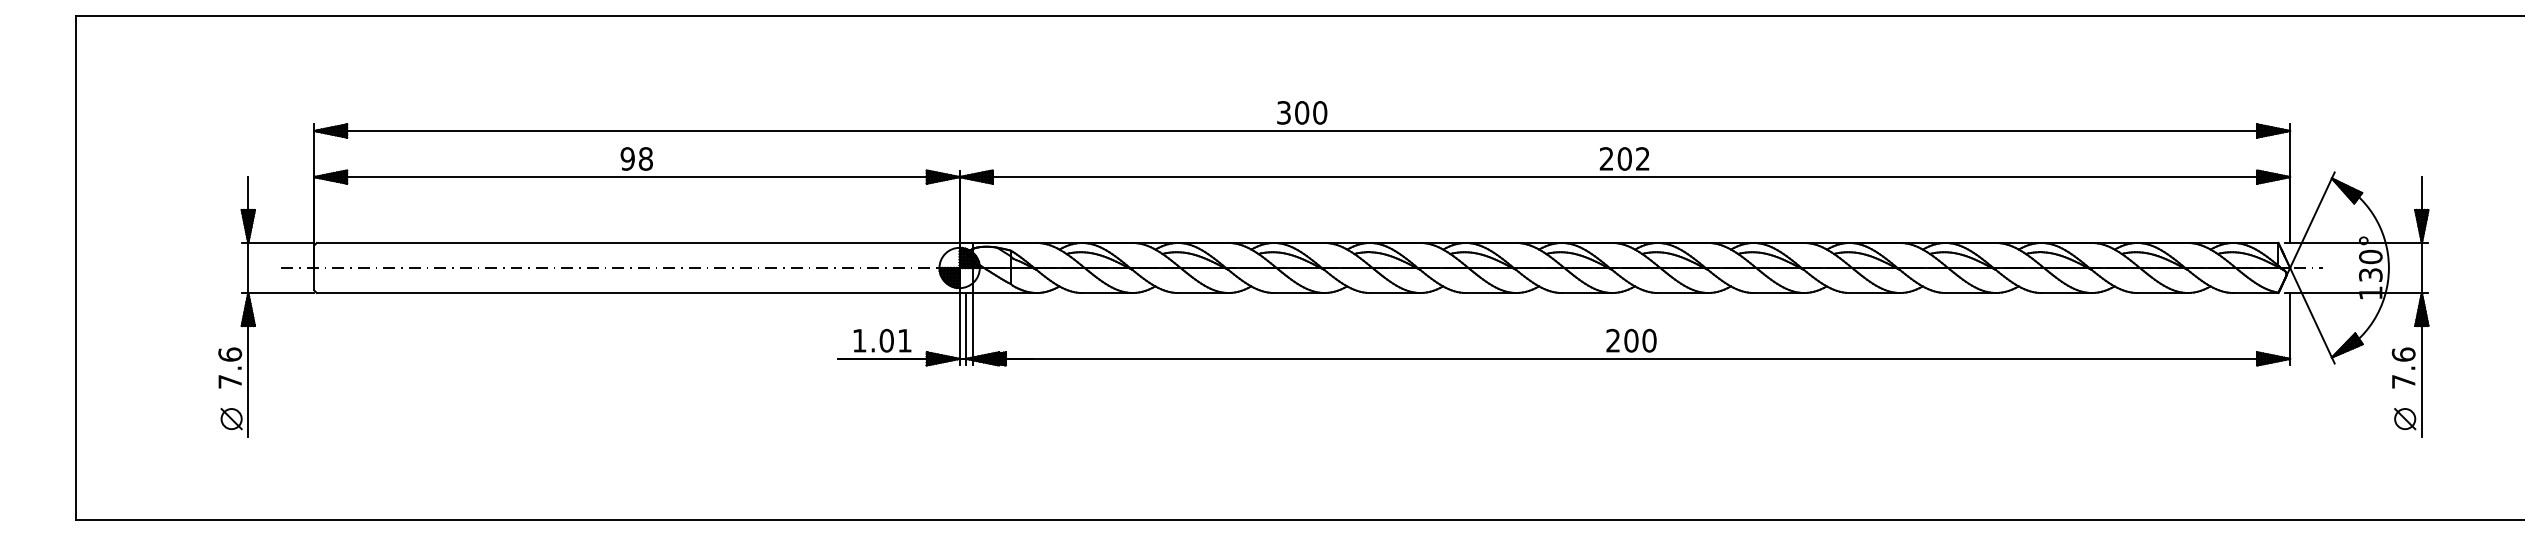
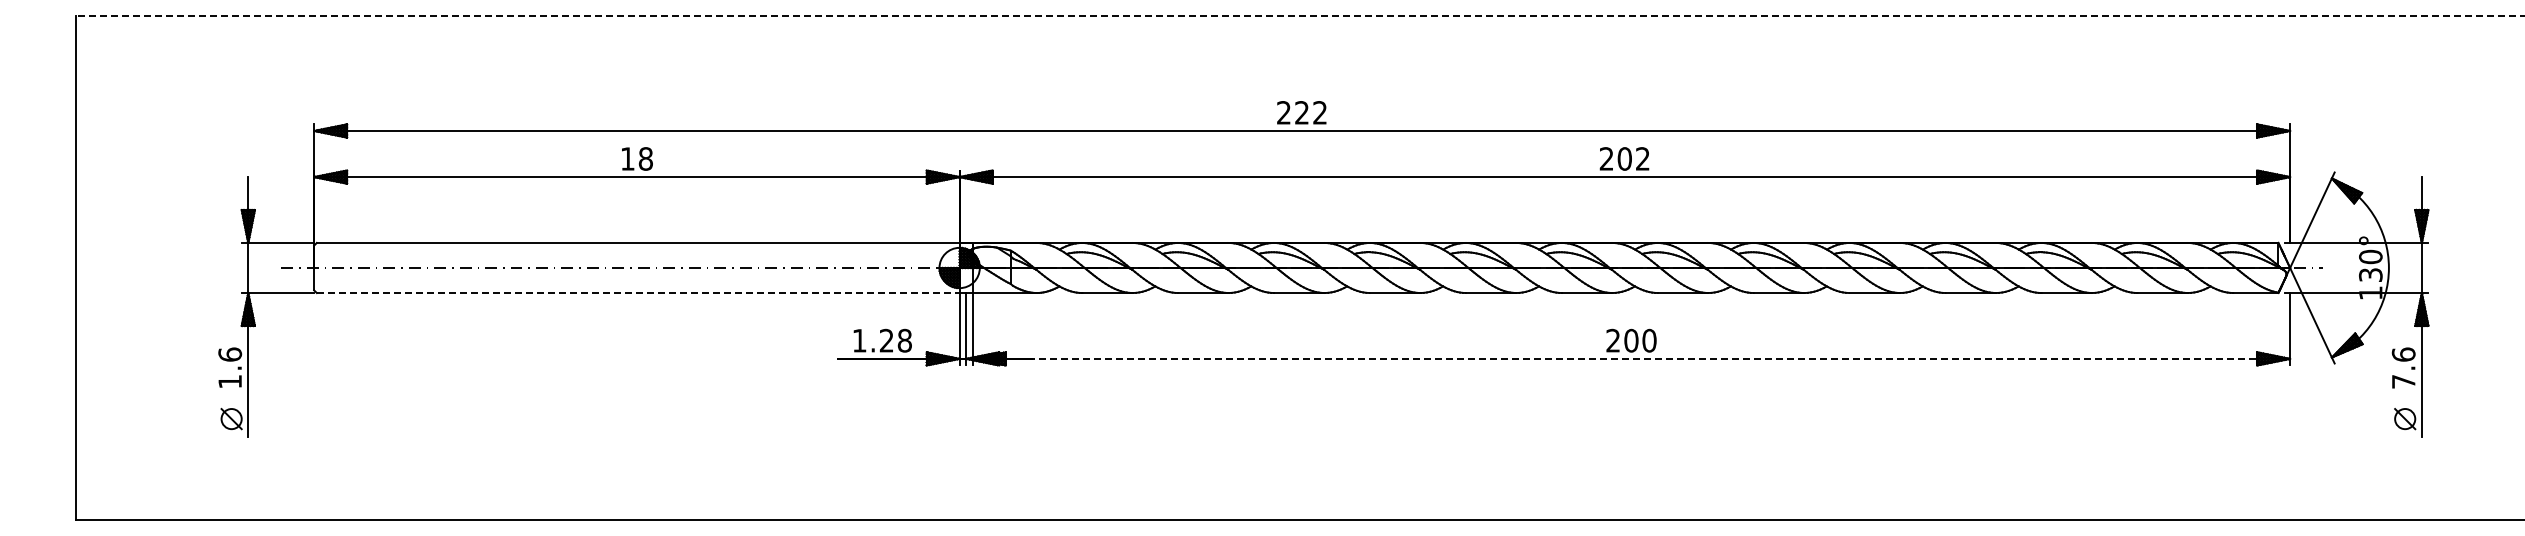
line at (1300, 15): solid -> dashed
text at (1302, 112): 300 -> 222
text at (627, 158): 98 -> 18
line at (638, 293): solid -> dashed
text at (895, 340): 1.01 -> 1.28
line at (1631, 358): solid -> dashed
text at (229, 381): 7.6 -> 1.6
